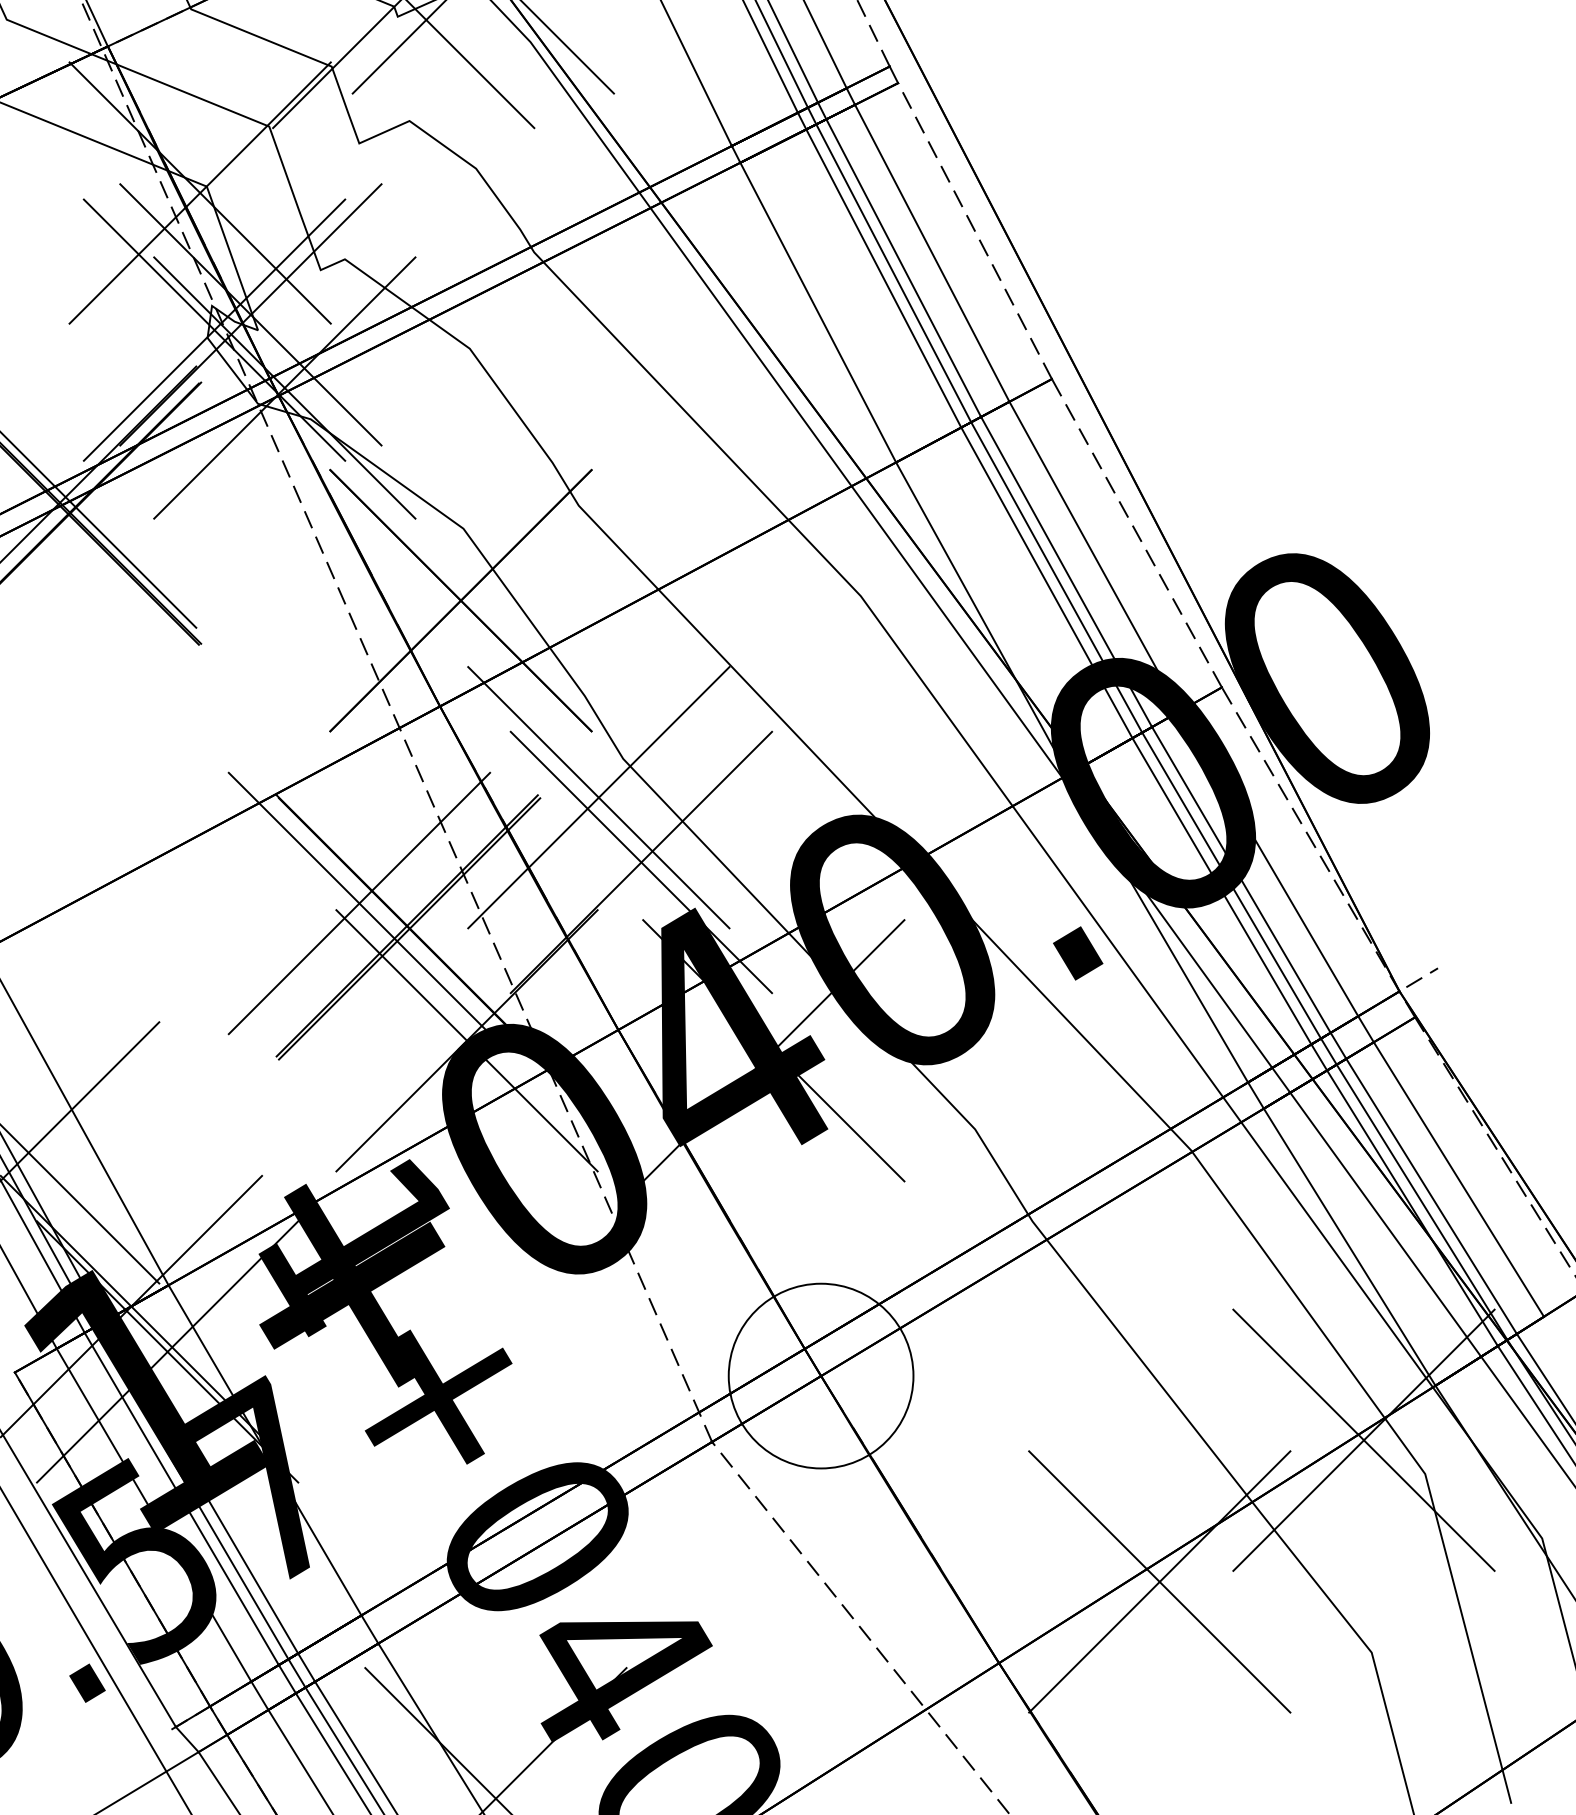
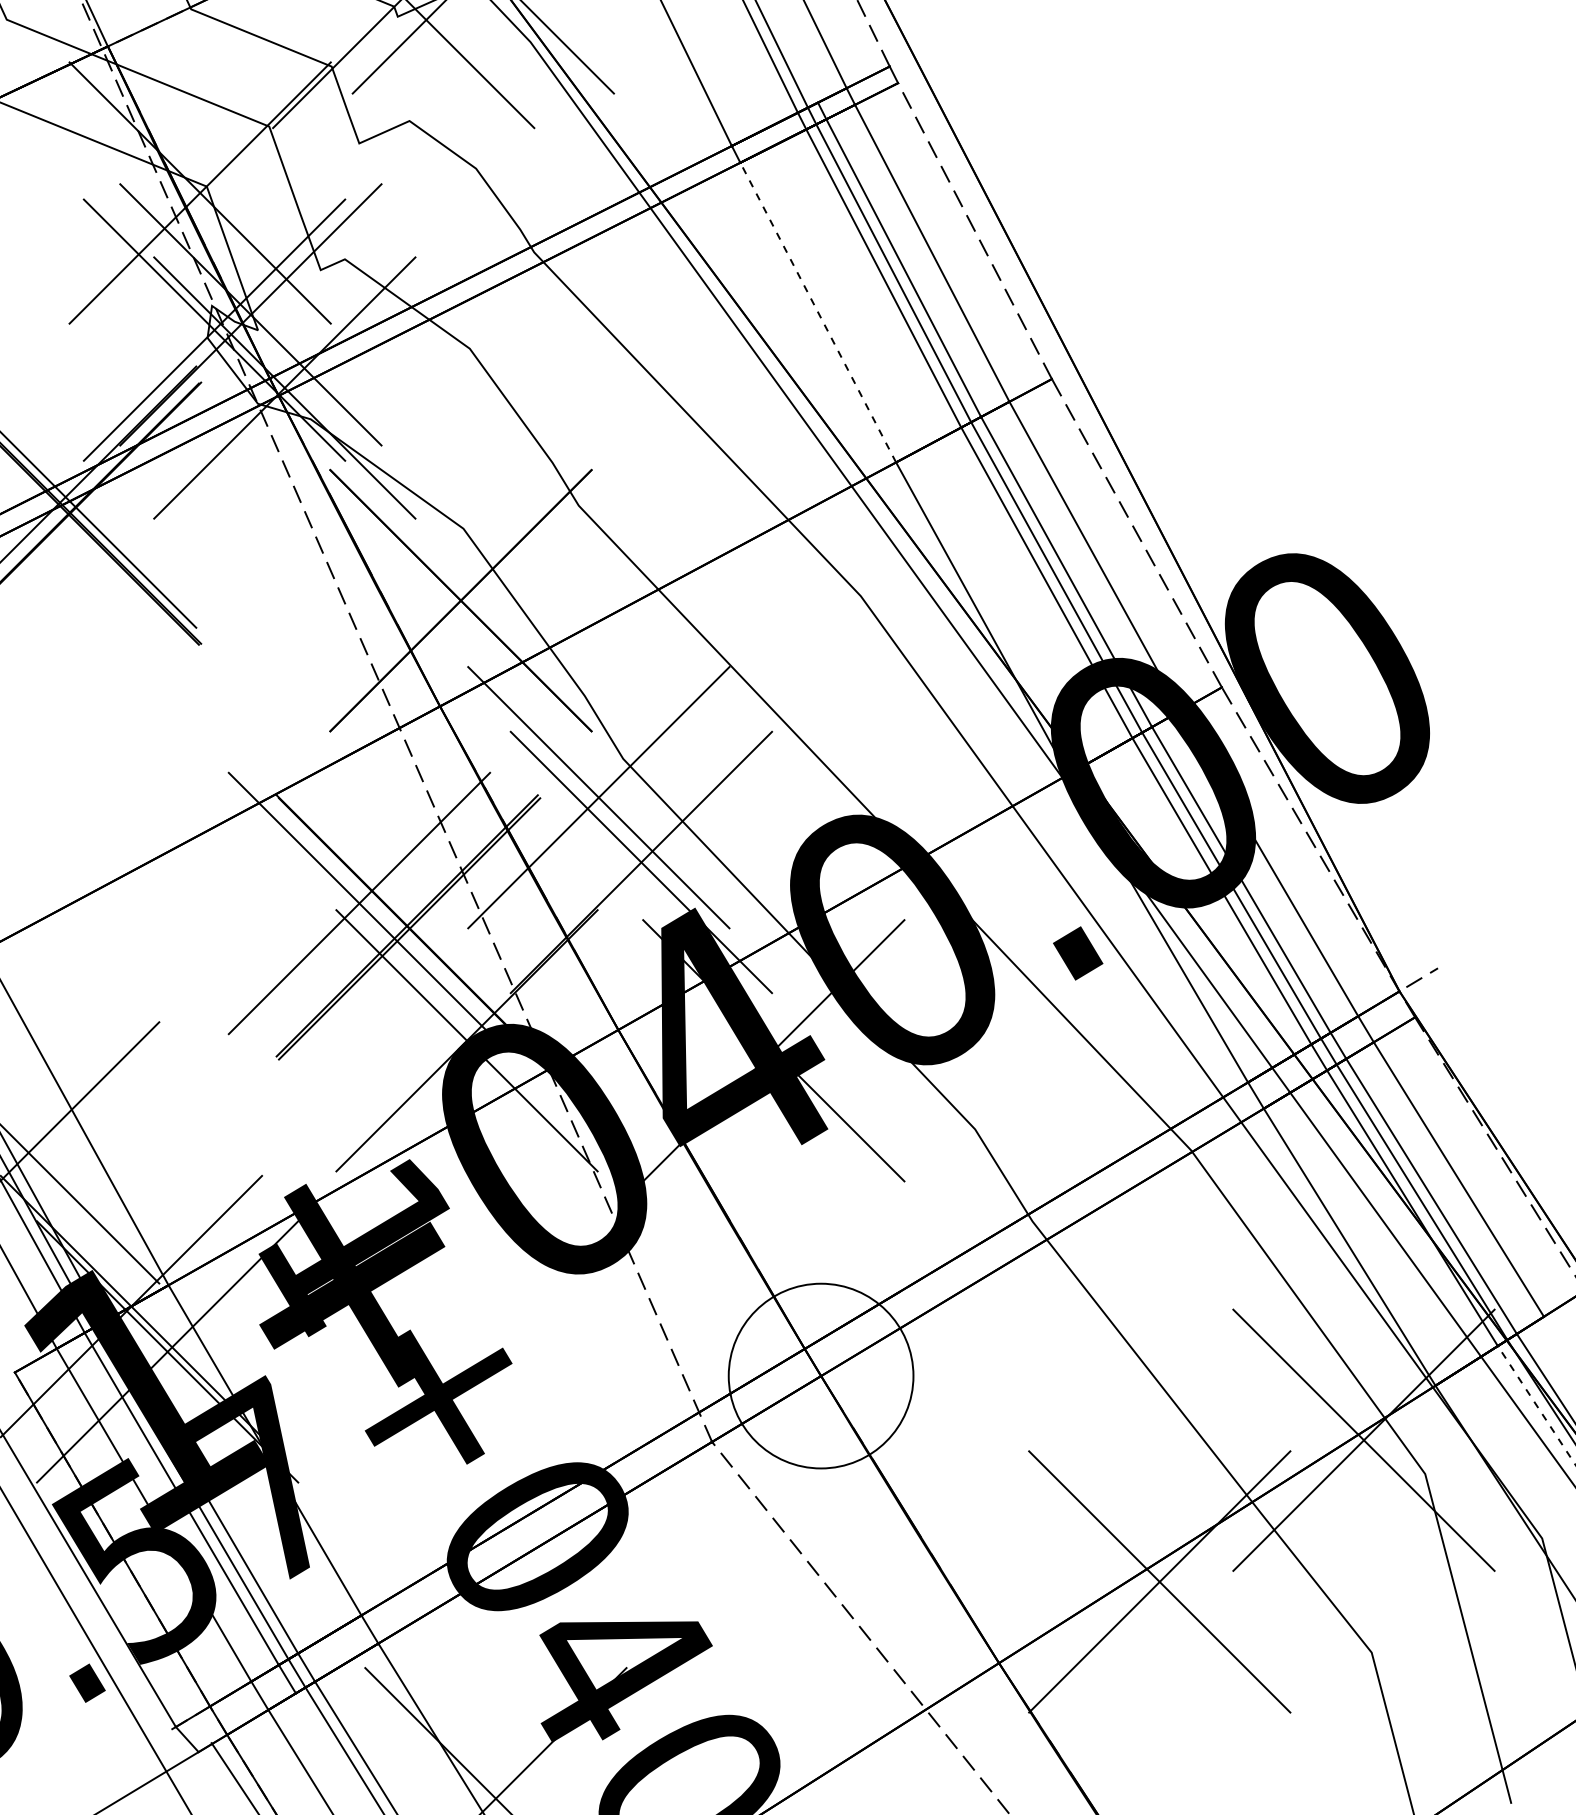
line at (793, 52): present -> none
line at (818, 312): solid -> dashed
line at (1536, 1405): solid -> dashed
line at (332, 1752): present -> none
line at (217, 1781) position: (217, 1781) -> (234, 1777)
